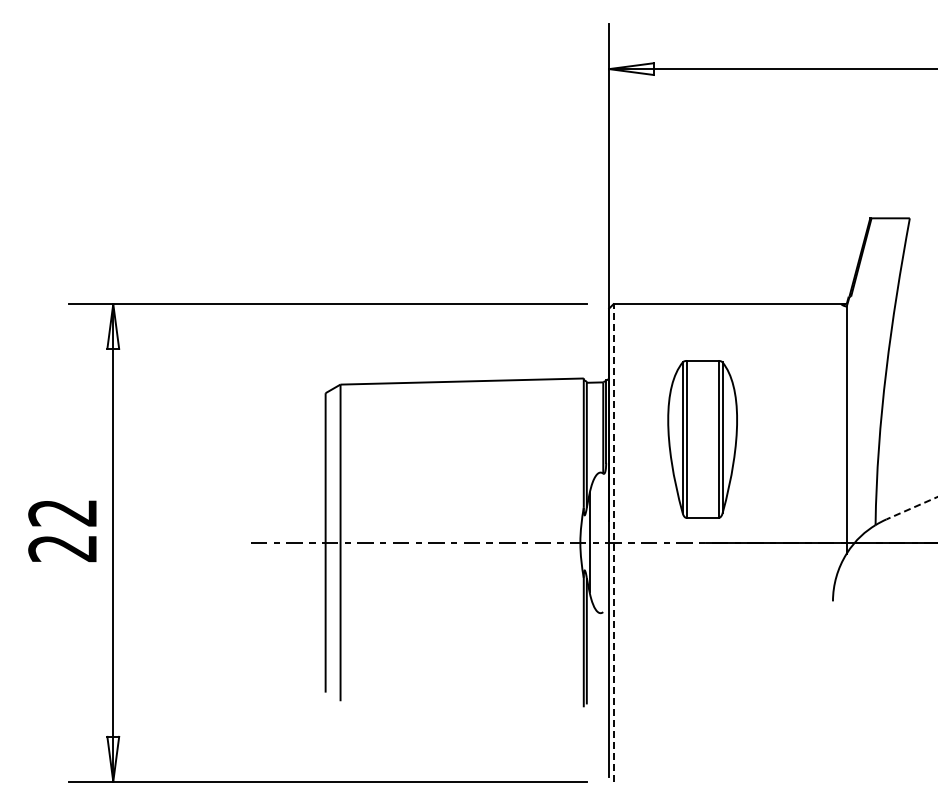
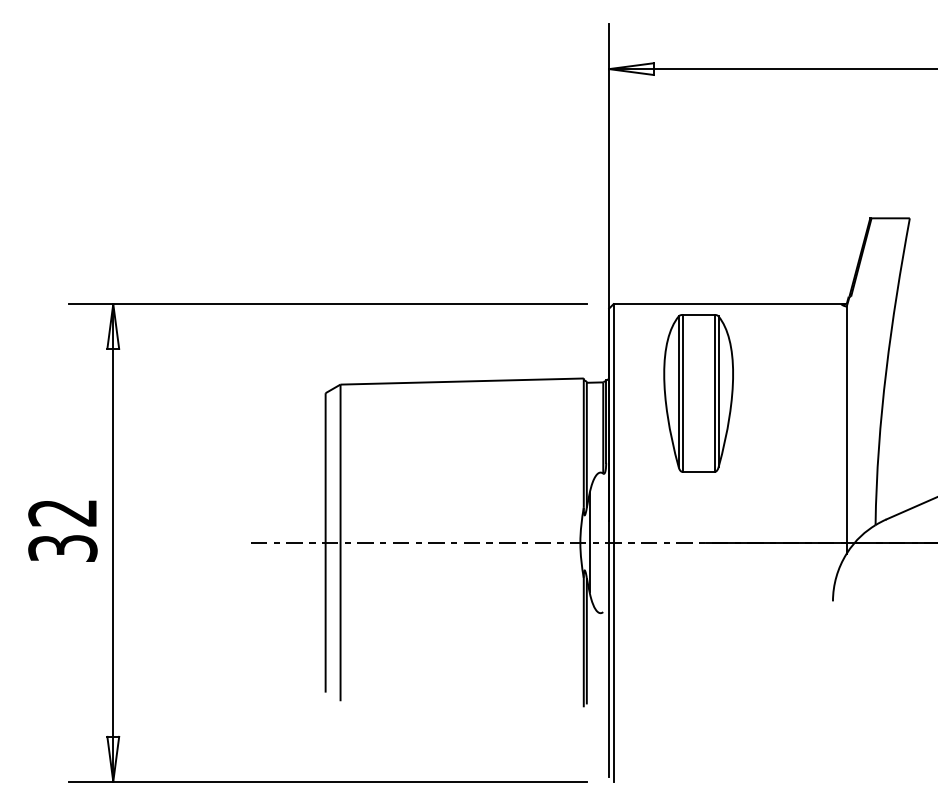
part at (702, 439) position: (702, 439) -> (698, 393)
line at (912, 508): dashed -> solid
line at (613, 542): dashed -> solid
text at (62, 548): 22 -> 32
